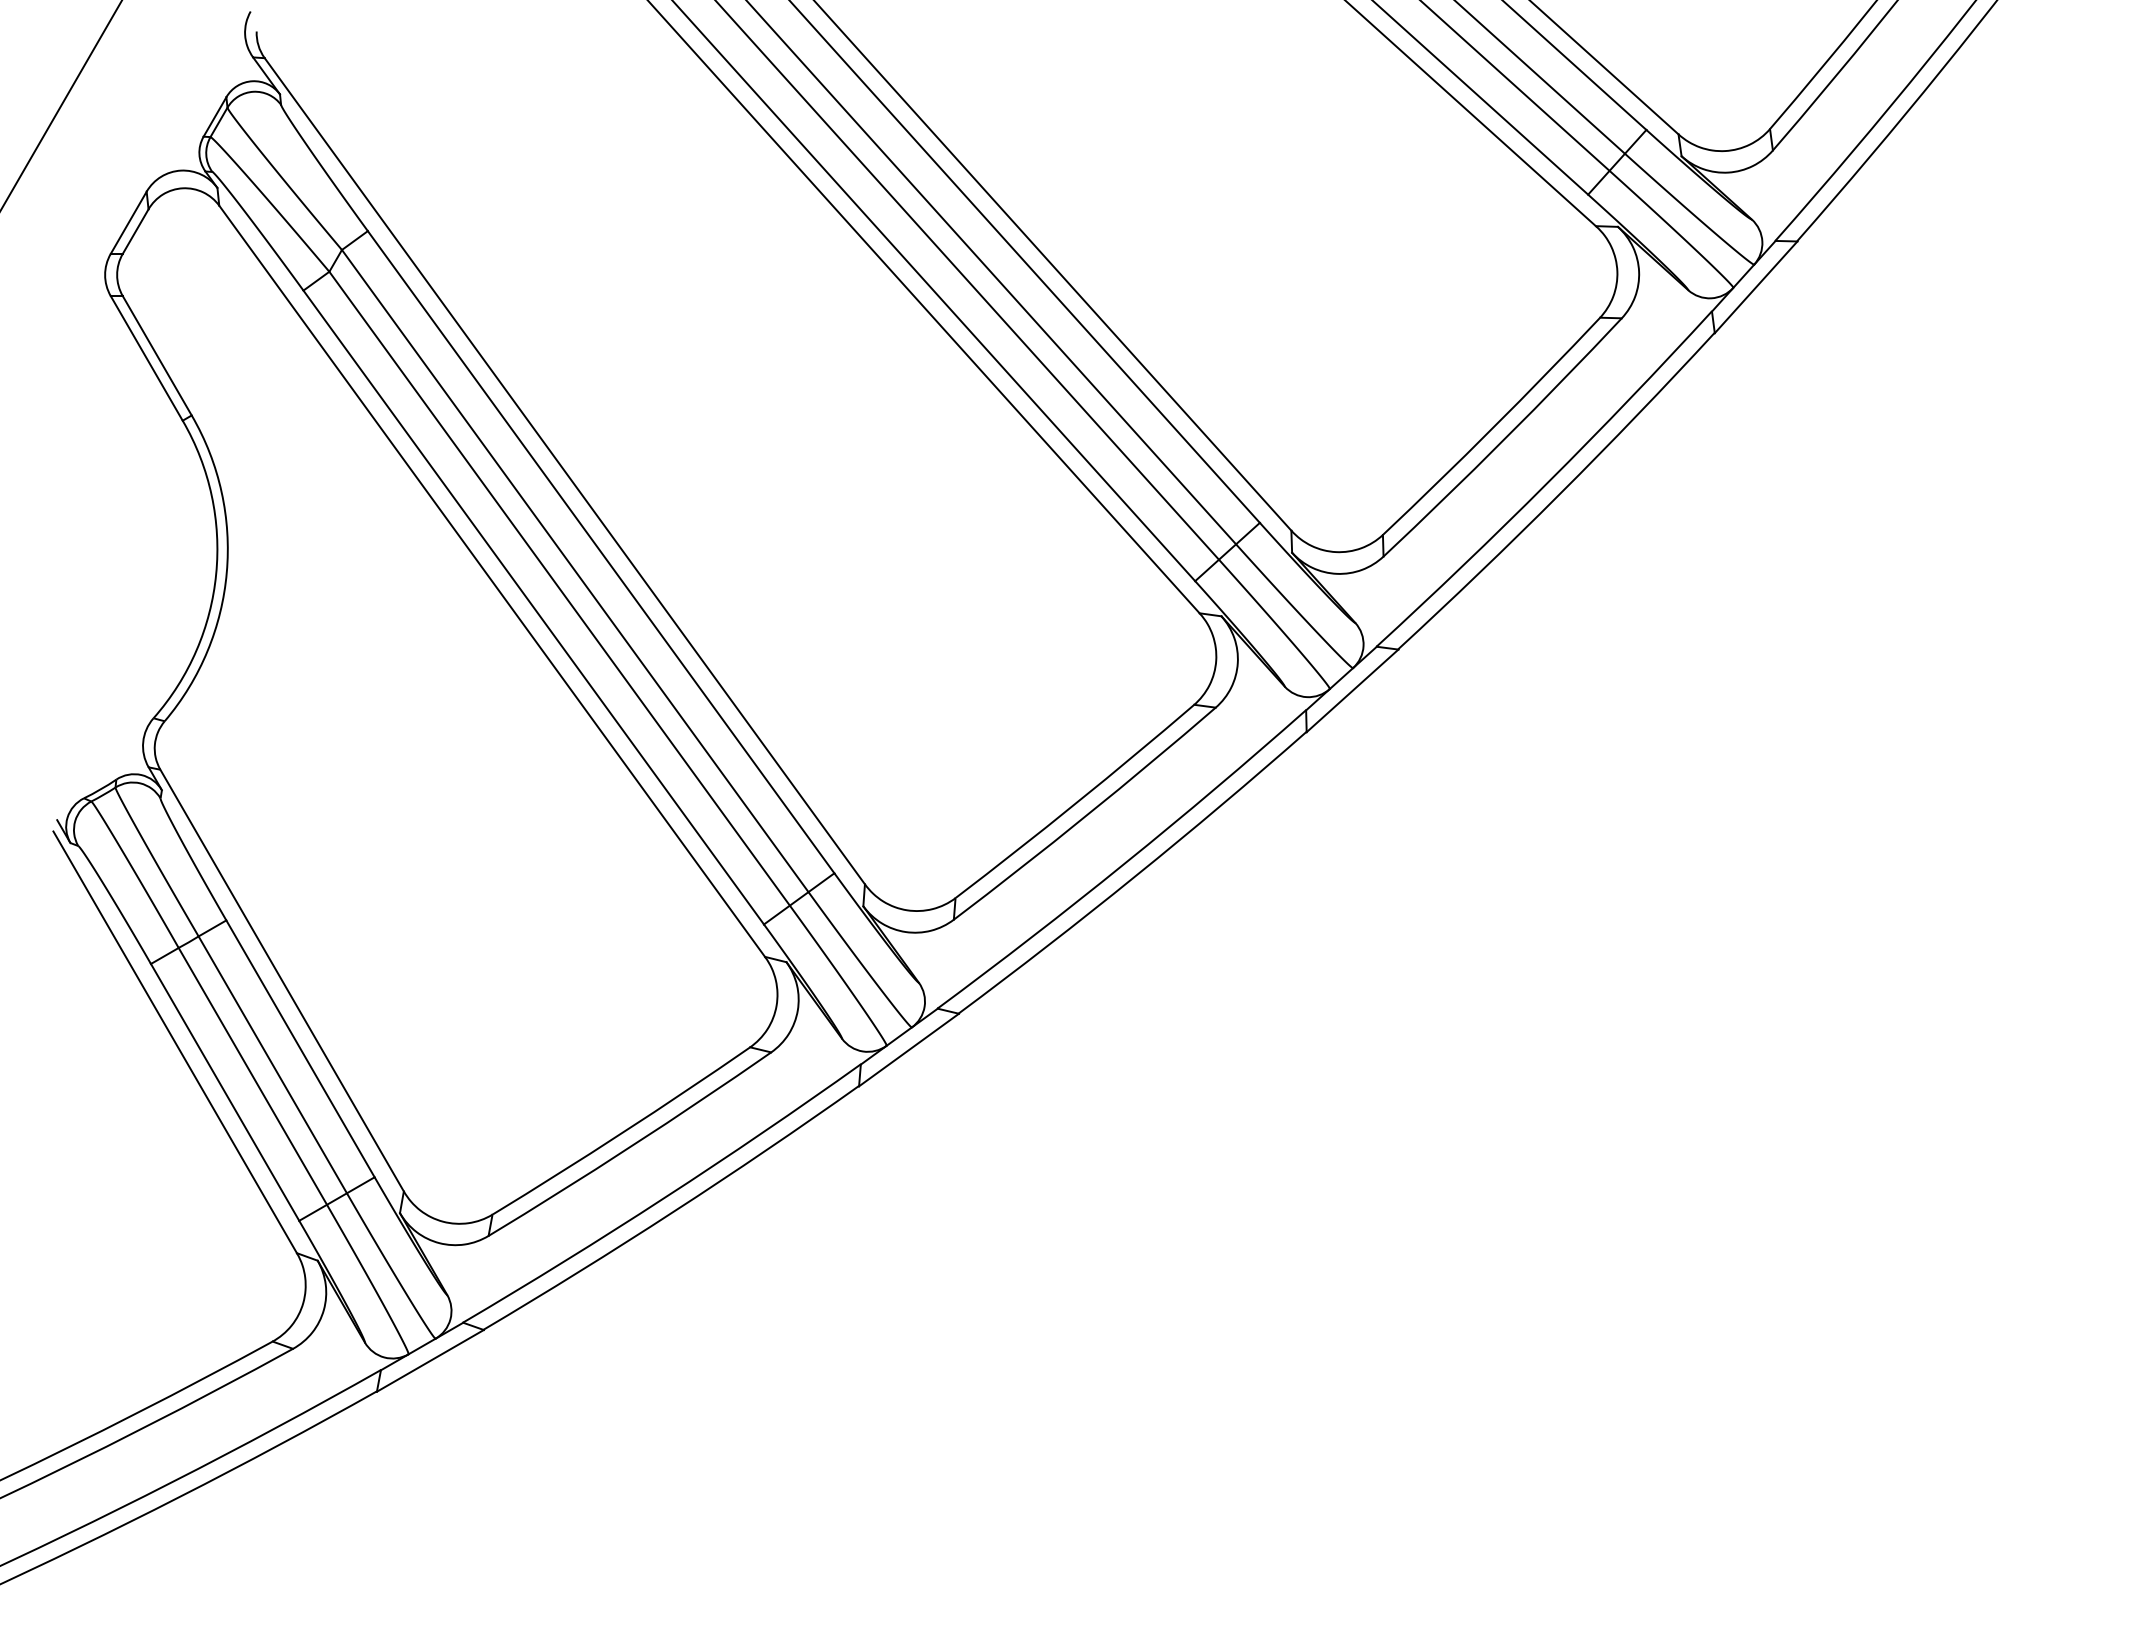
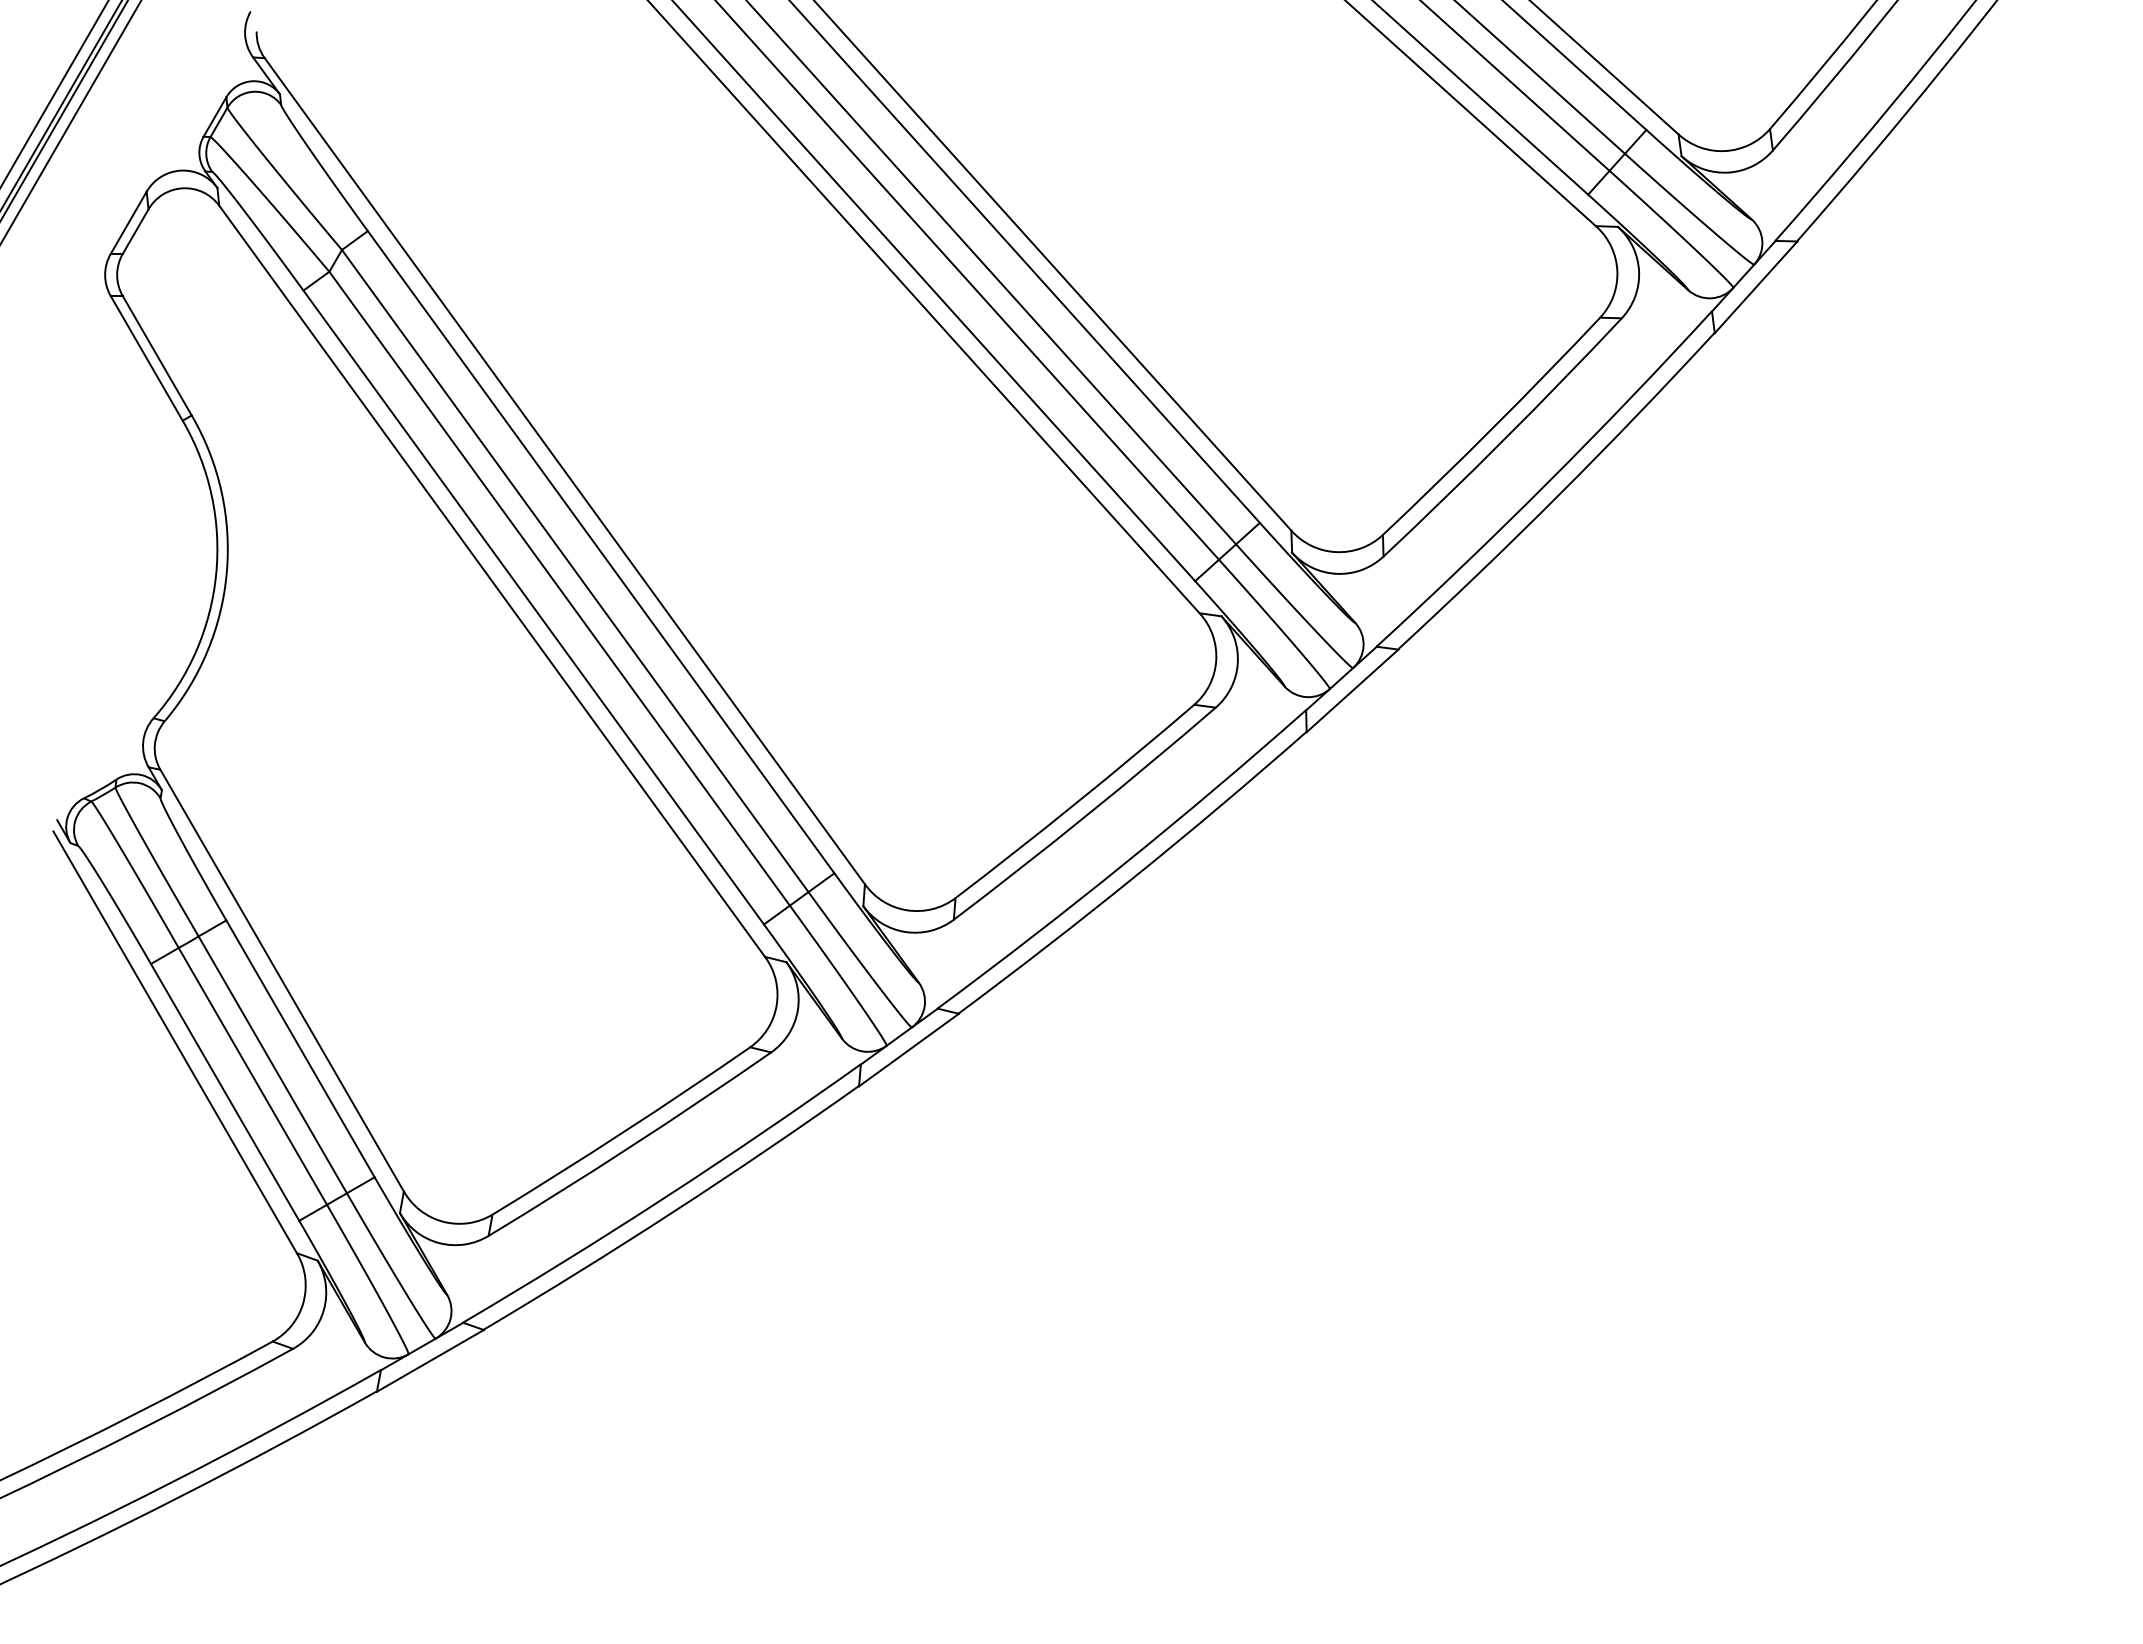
line at (54, 93): none -> present
line at (64, 110): none -> present
line at (71, 121): none -> present
